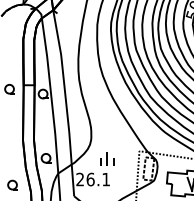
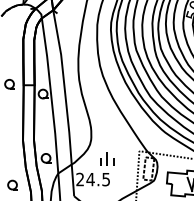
part at (9, 89) position: (9, 89) -> (9, 84)
text at (97, 179): 26.1 -> 24.5
